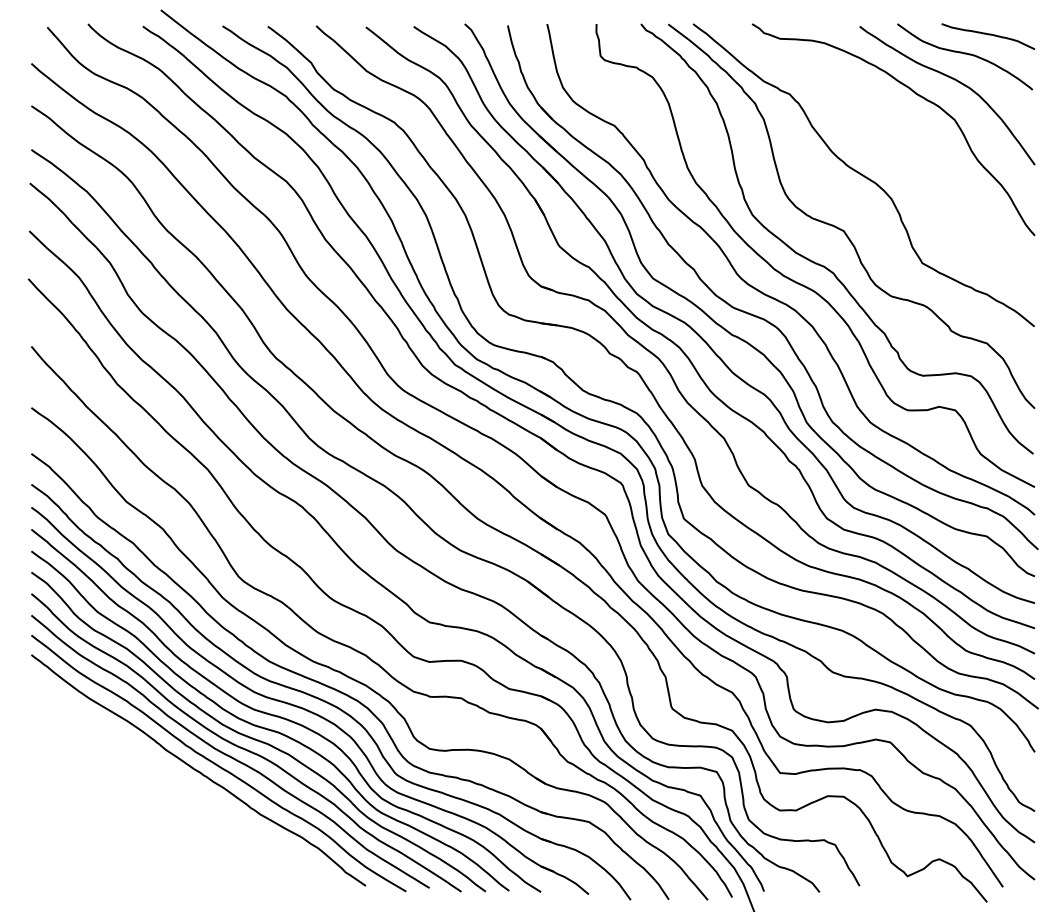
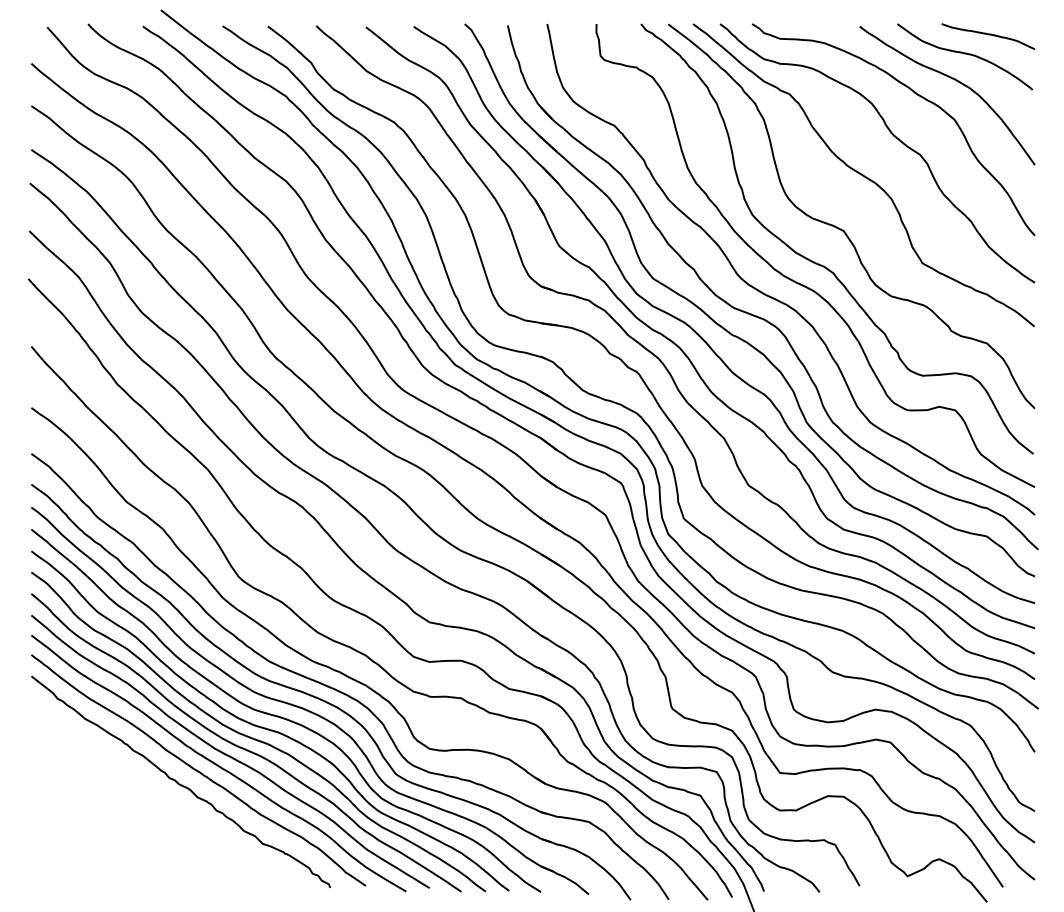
curve at (893, 136): none -> present
curve at (180, 783): none -> present
